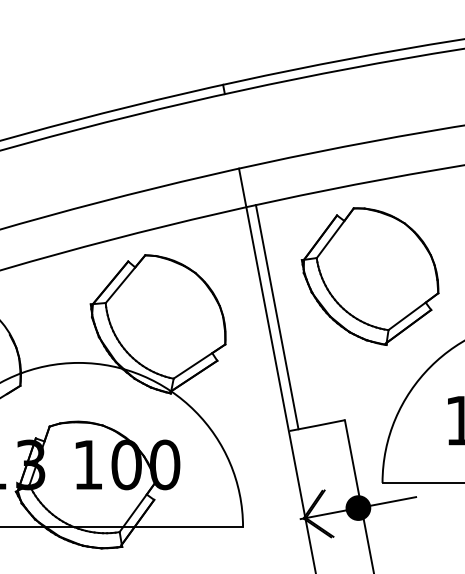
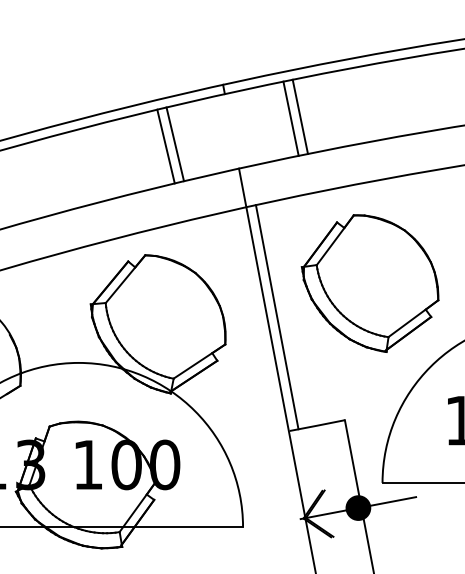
line at (299, 116): none -> present
line at (290, 118): none -> present
line at (175, 144): none -> present
line at (165, 146): none -> present
part at (369, 276) position: (369, 276) -> (369, 283)
